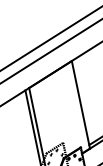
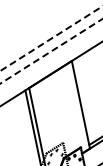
line at (51, 38): solid -> dashed
line at (51, 51): solid -> dashed
